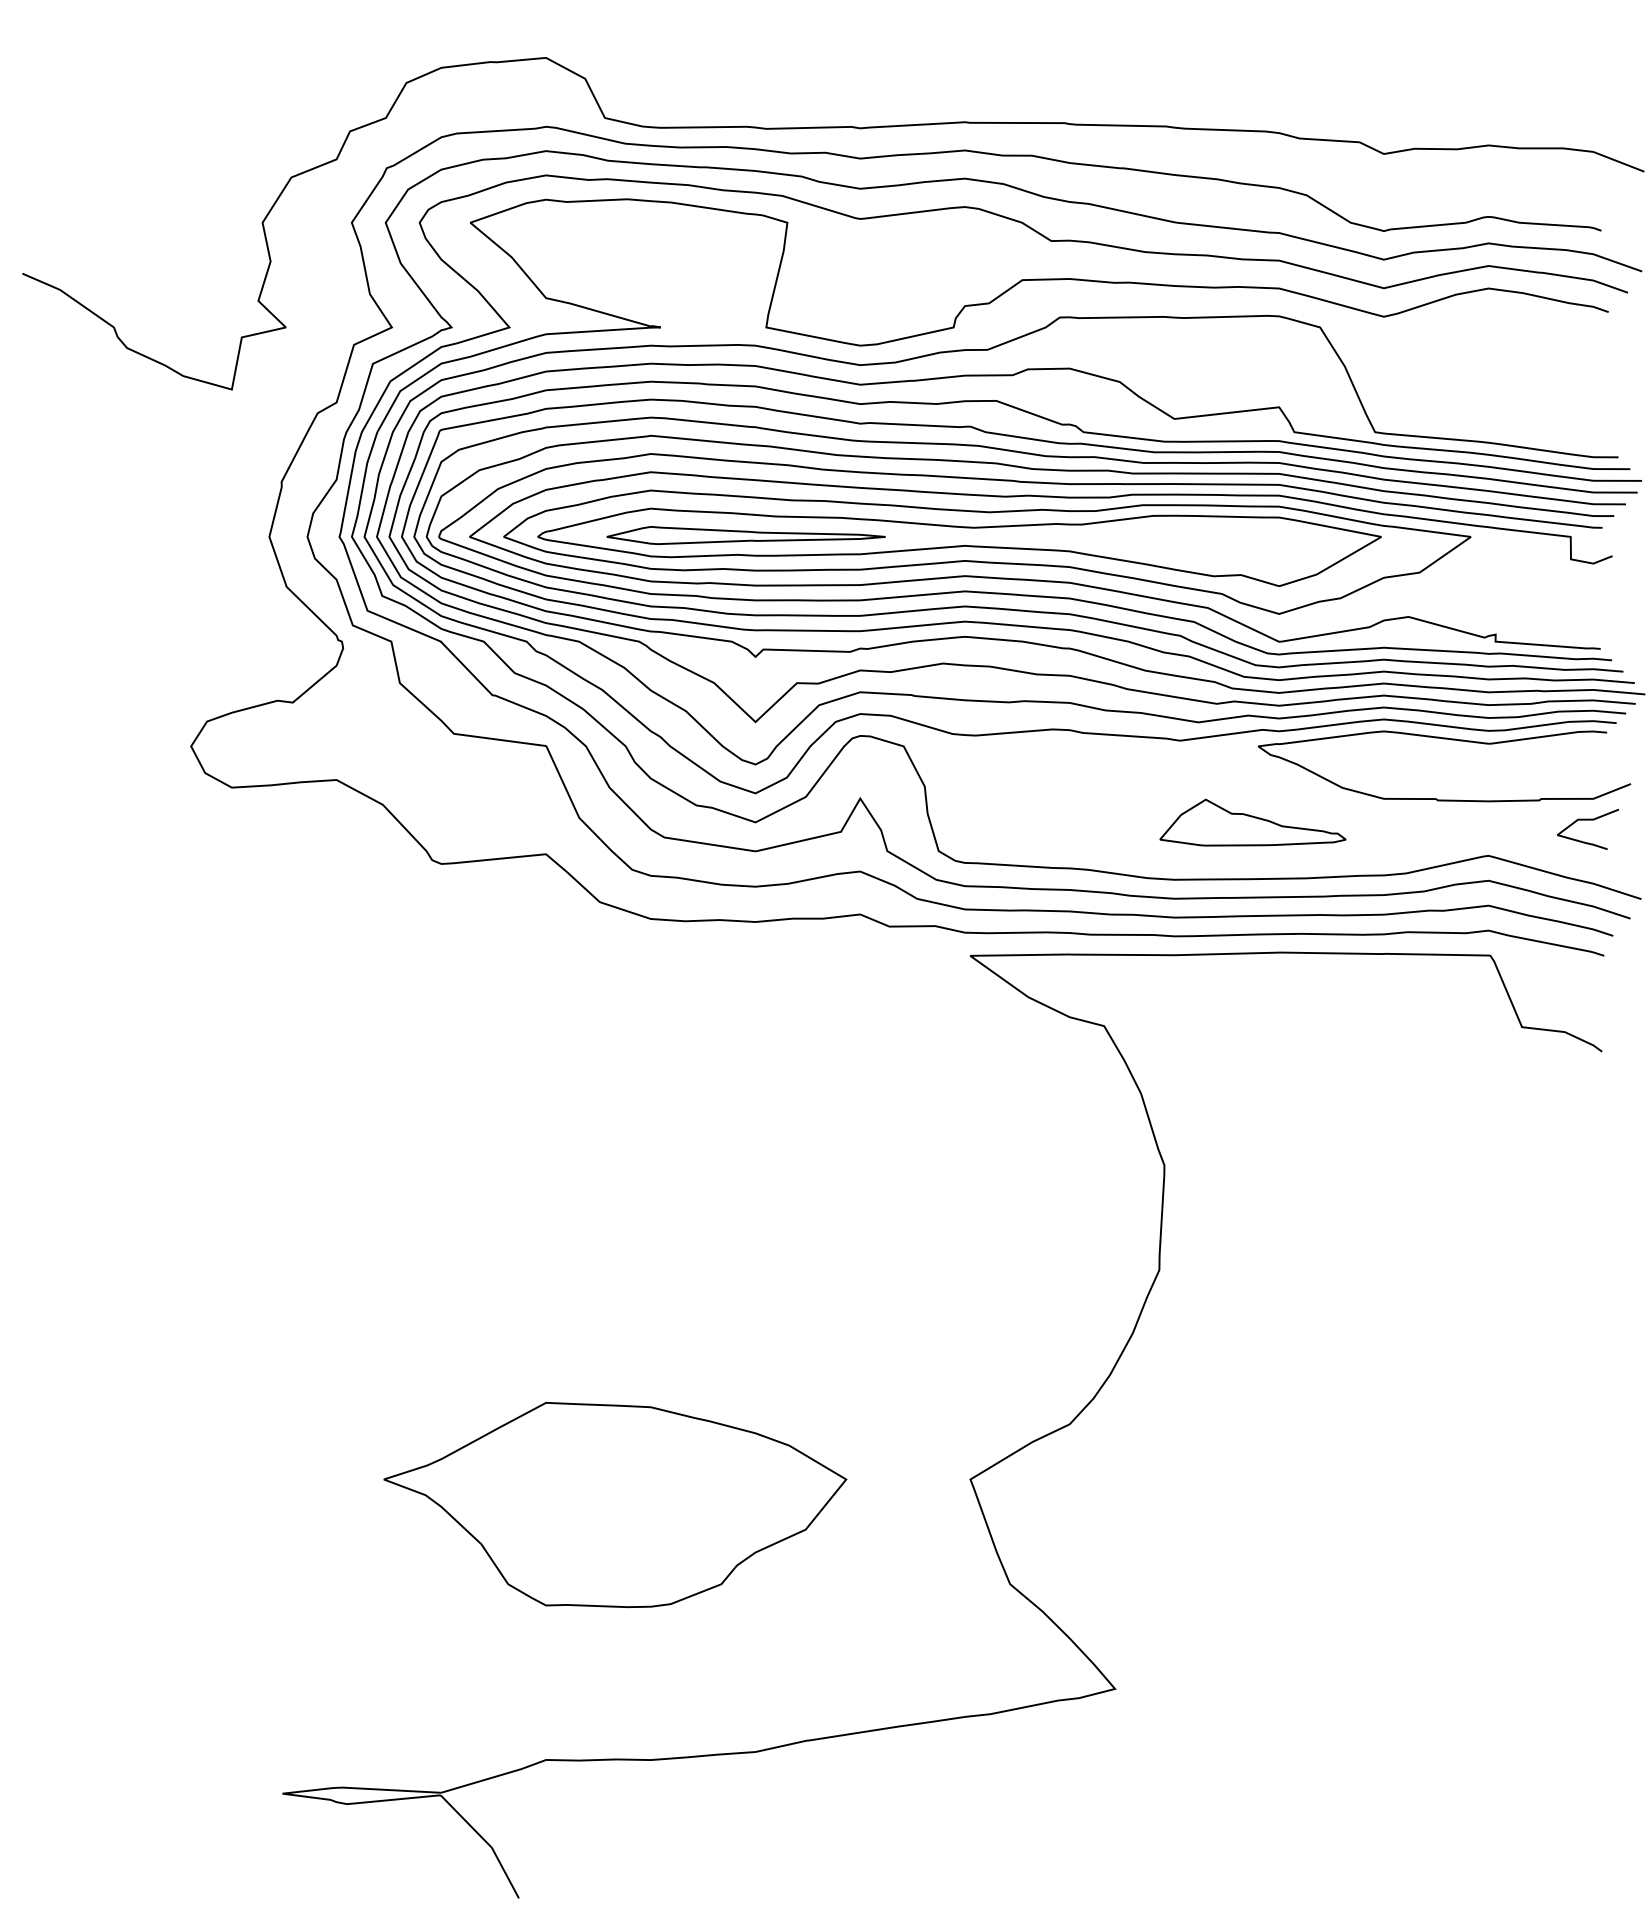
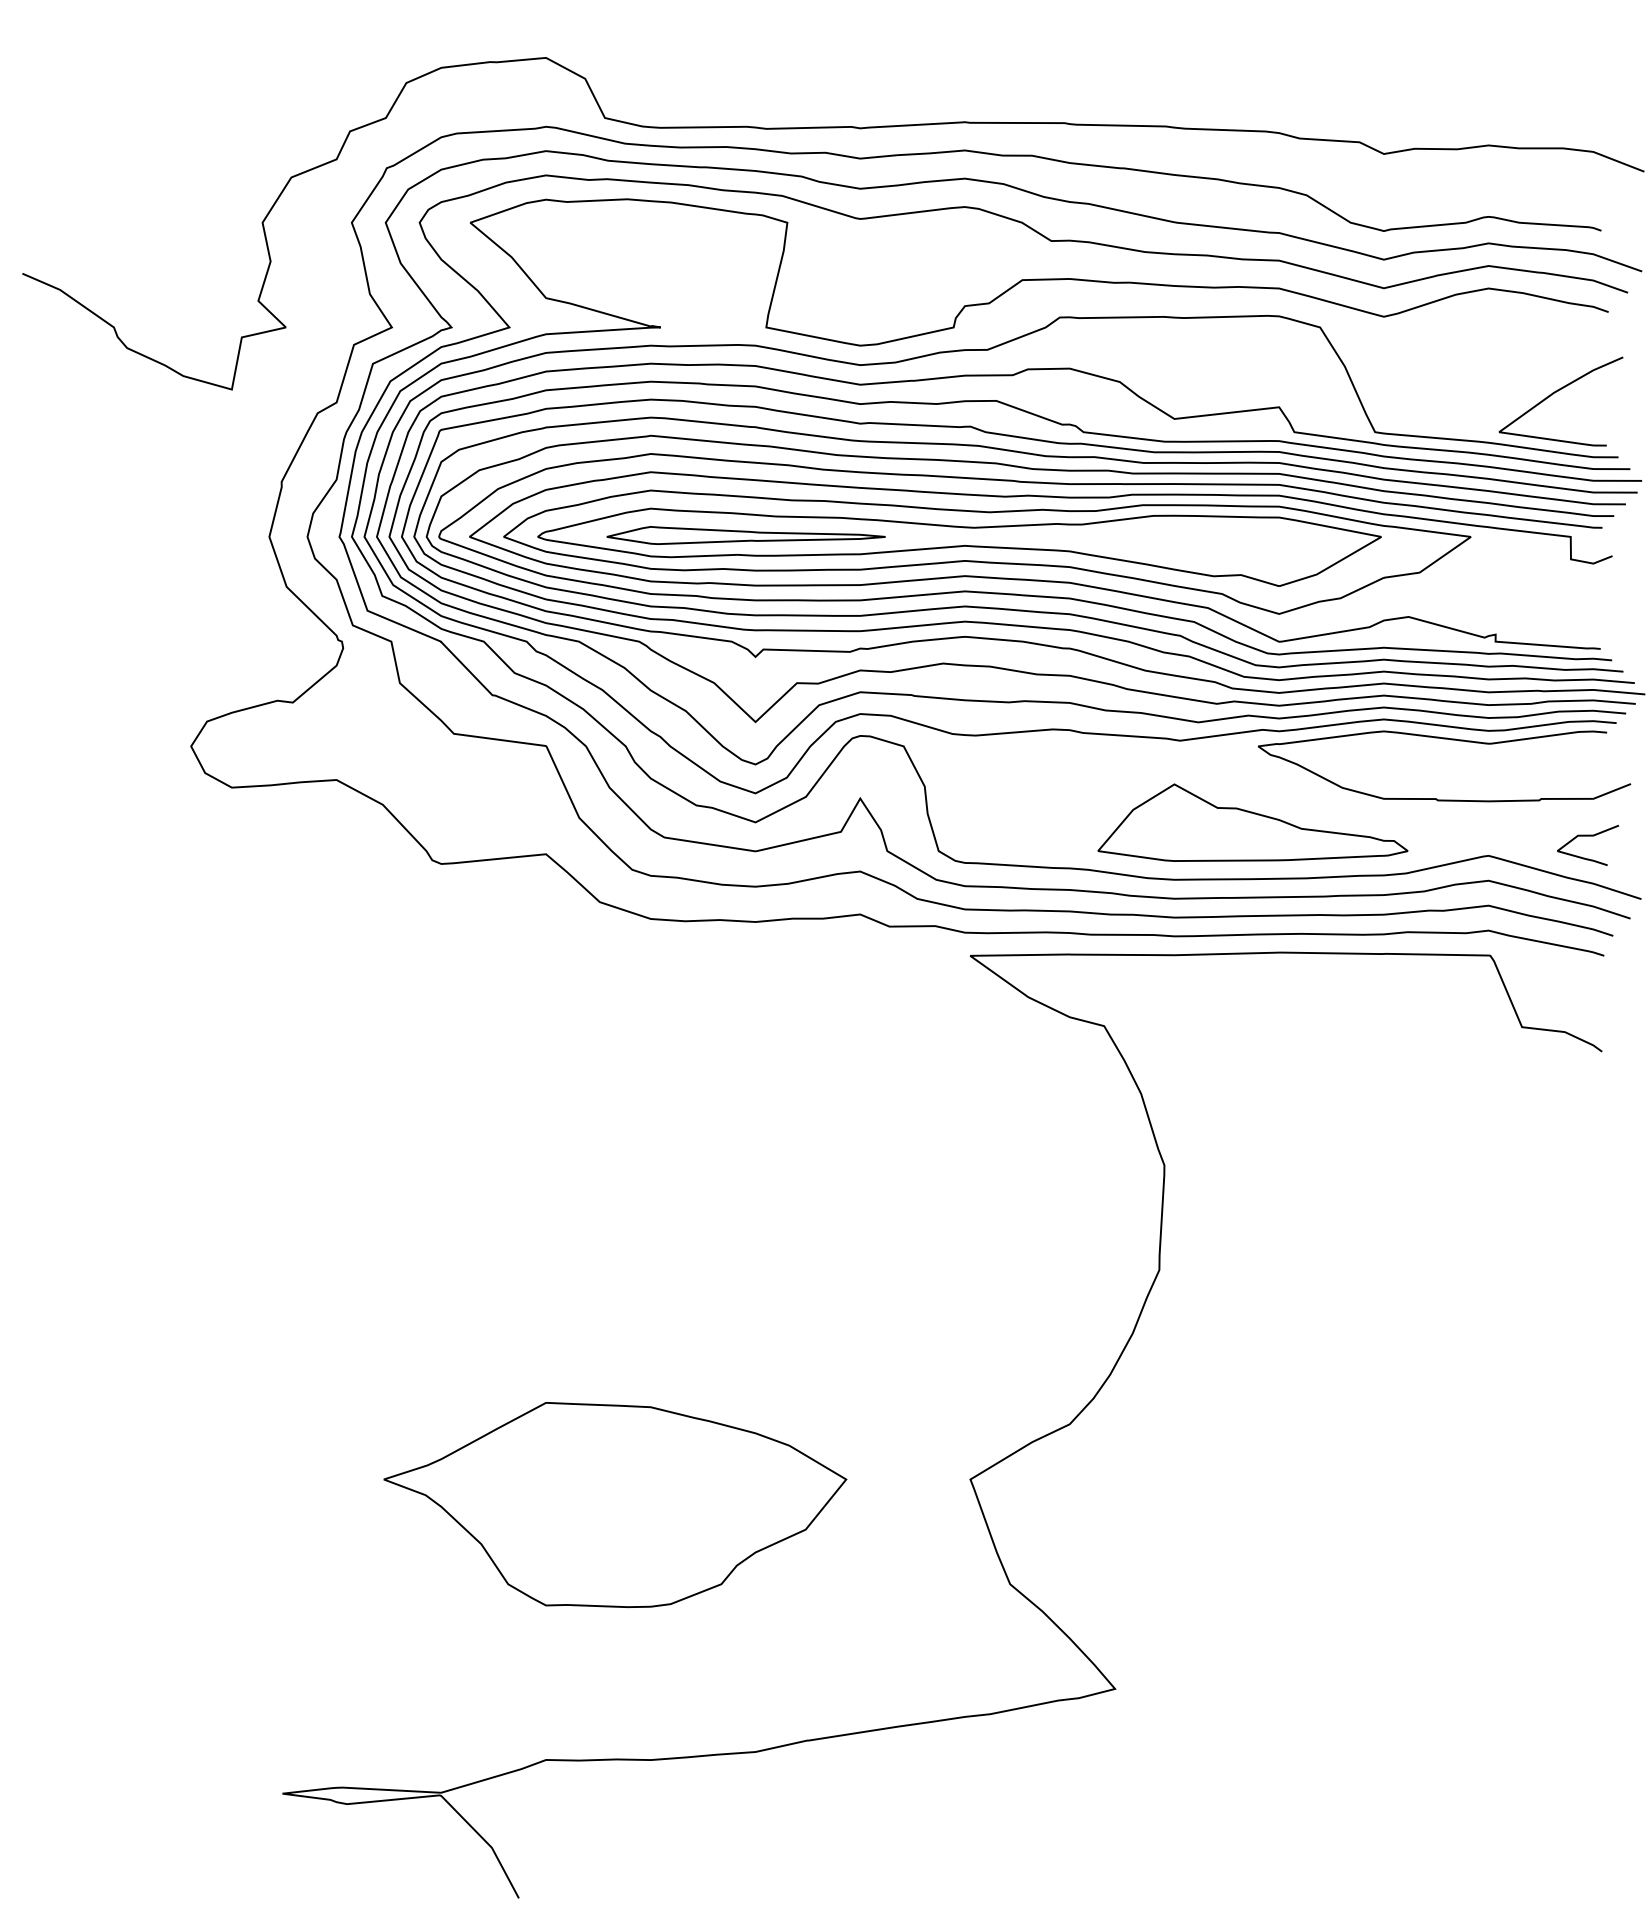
curve at (1555, 393): none -> present
curve at (1588, 820) position: (1588, 820) -> (1588, 836)
part at (1252, 822) size: 188x49 px -> 312x79 px
